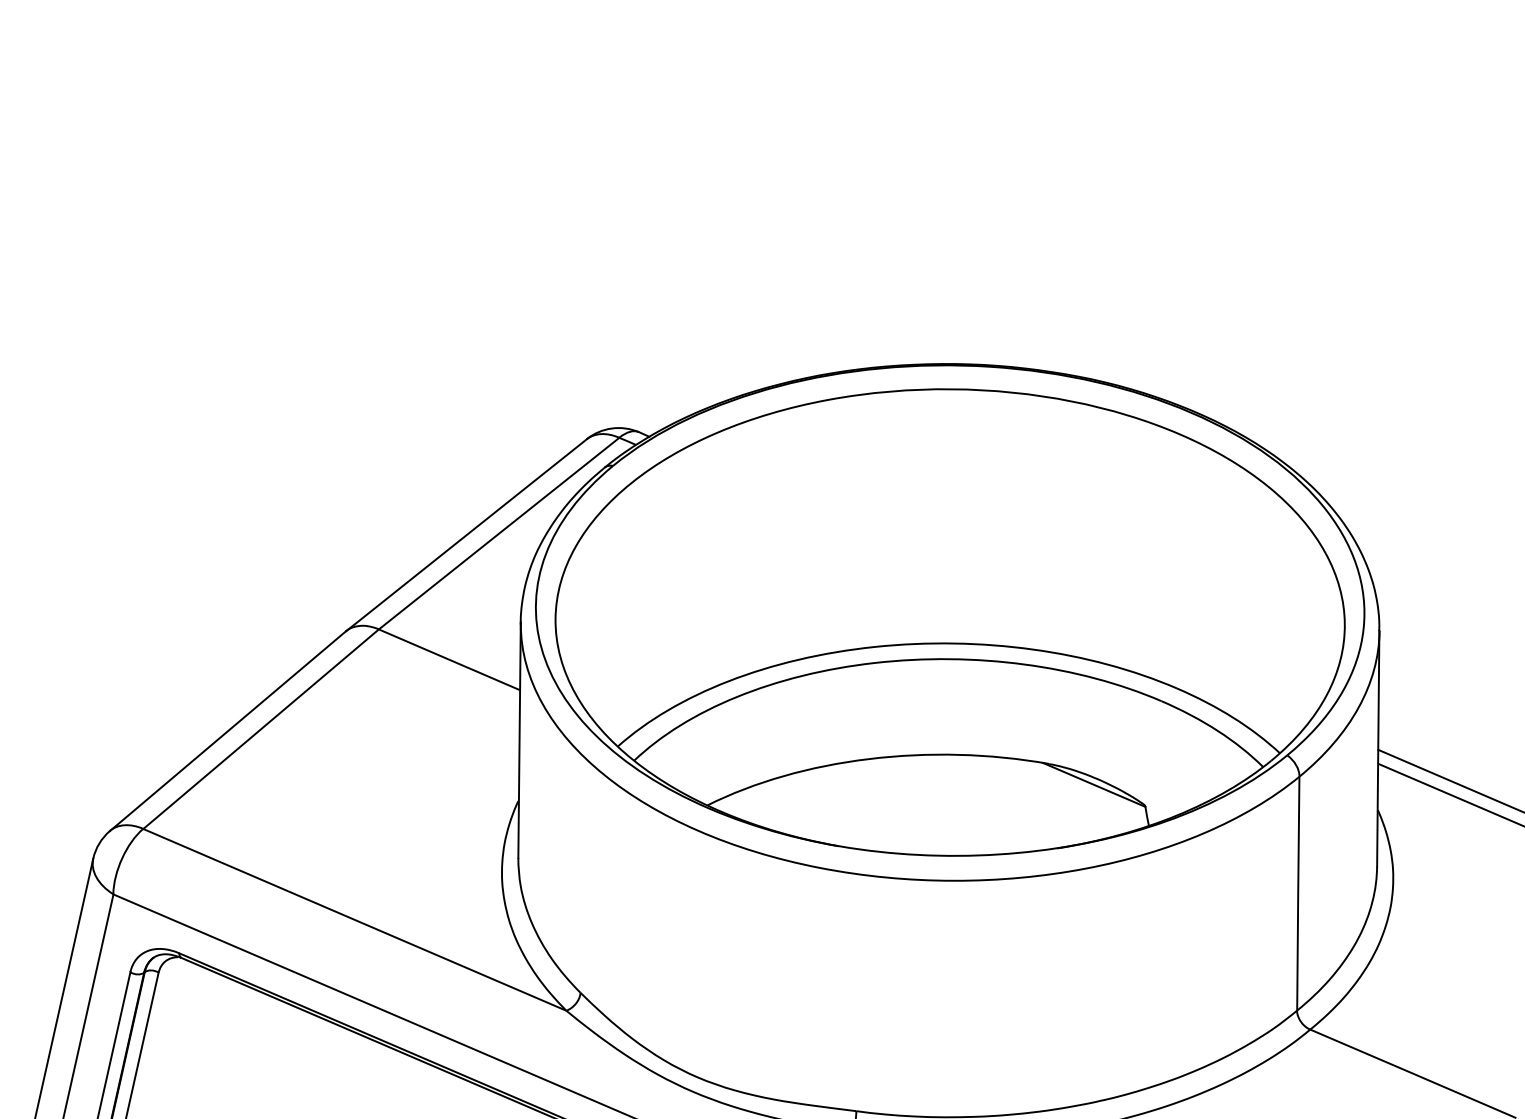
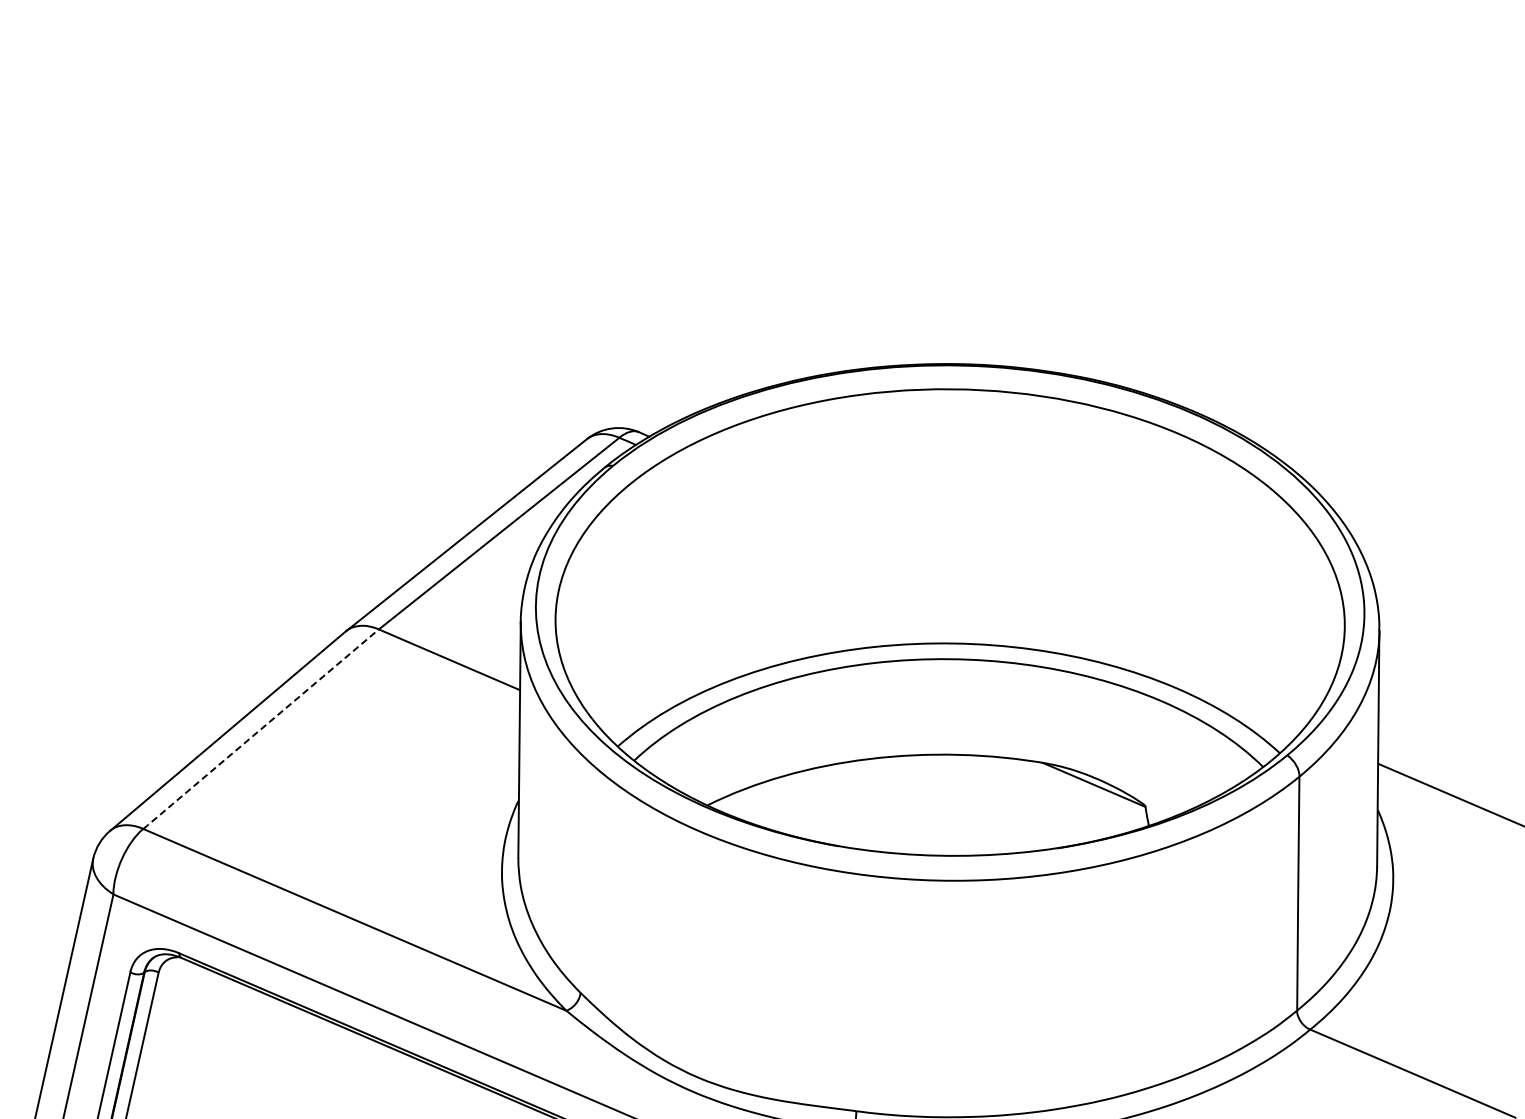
line at (261, 728): solid -> dashed
line at (1449, 780): present -> none
